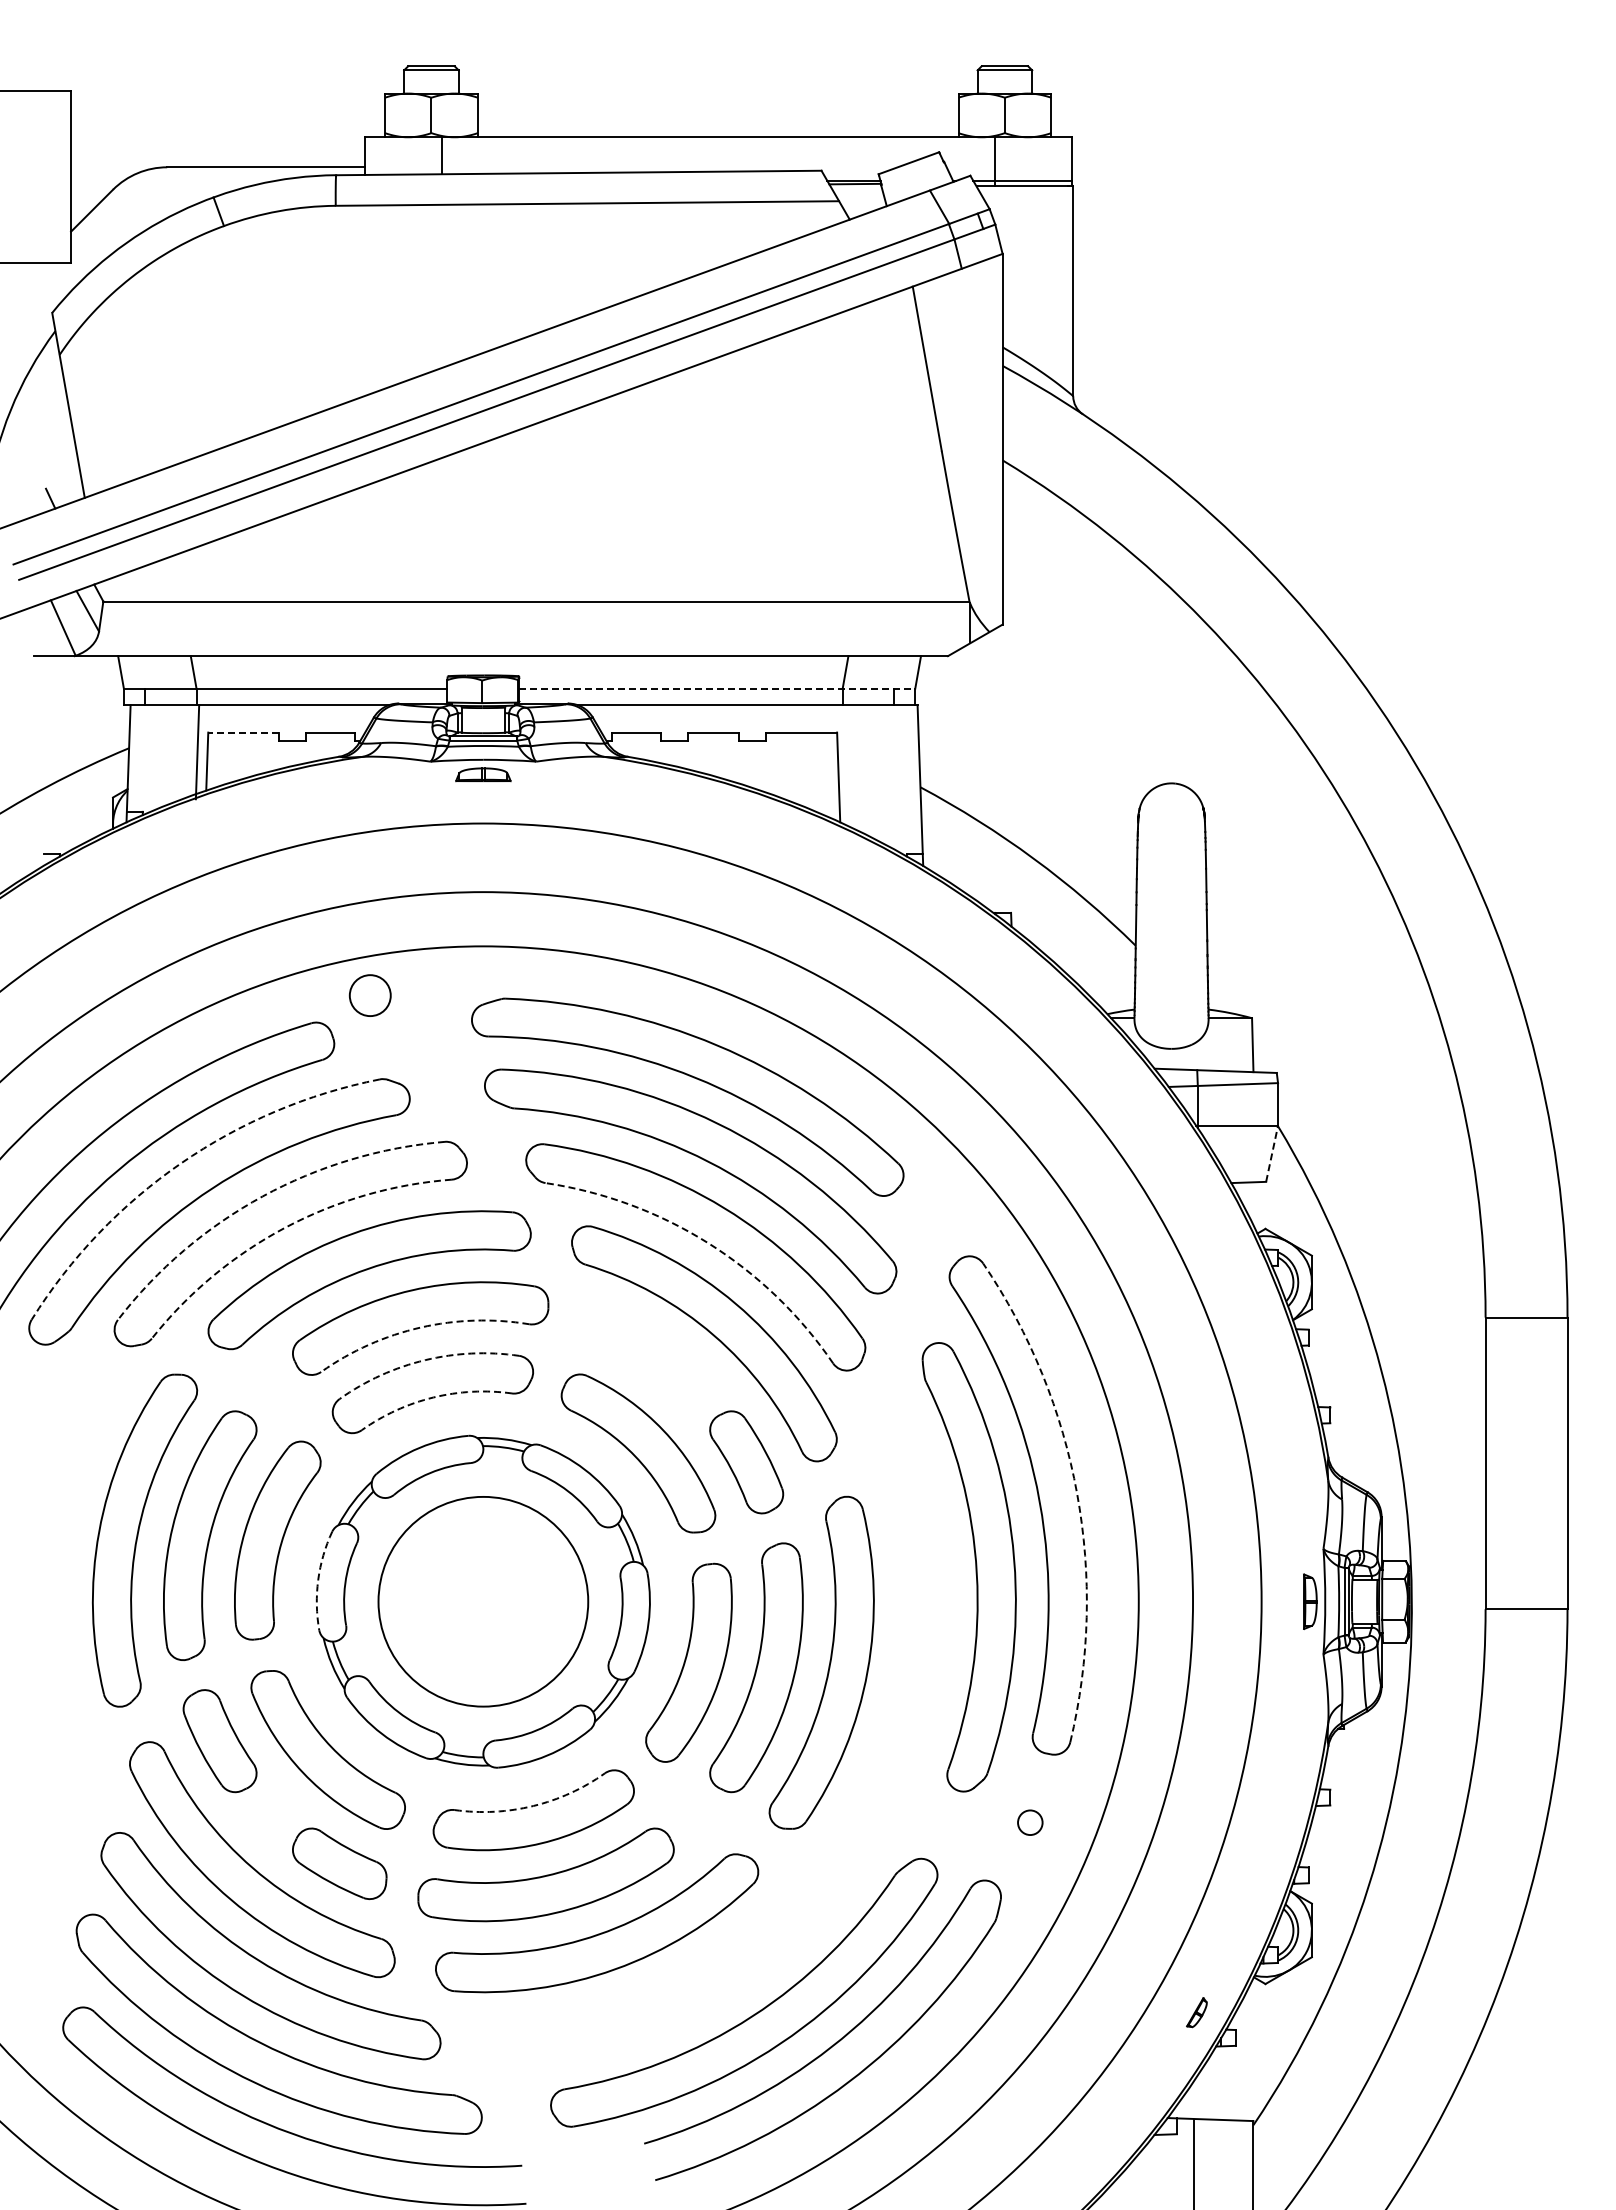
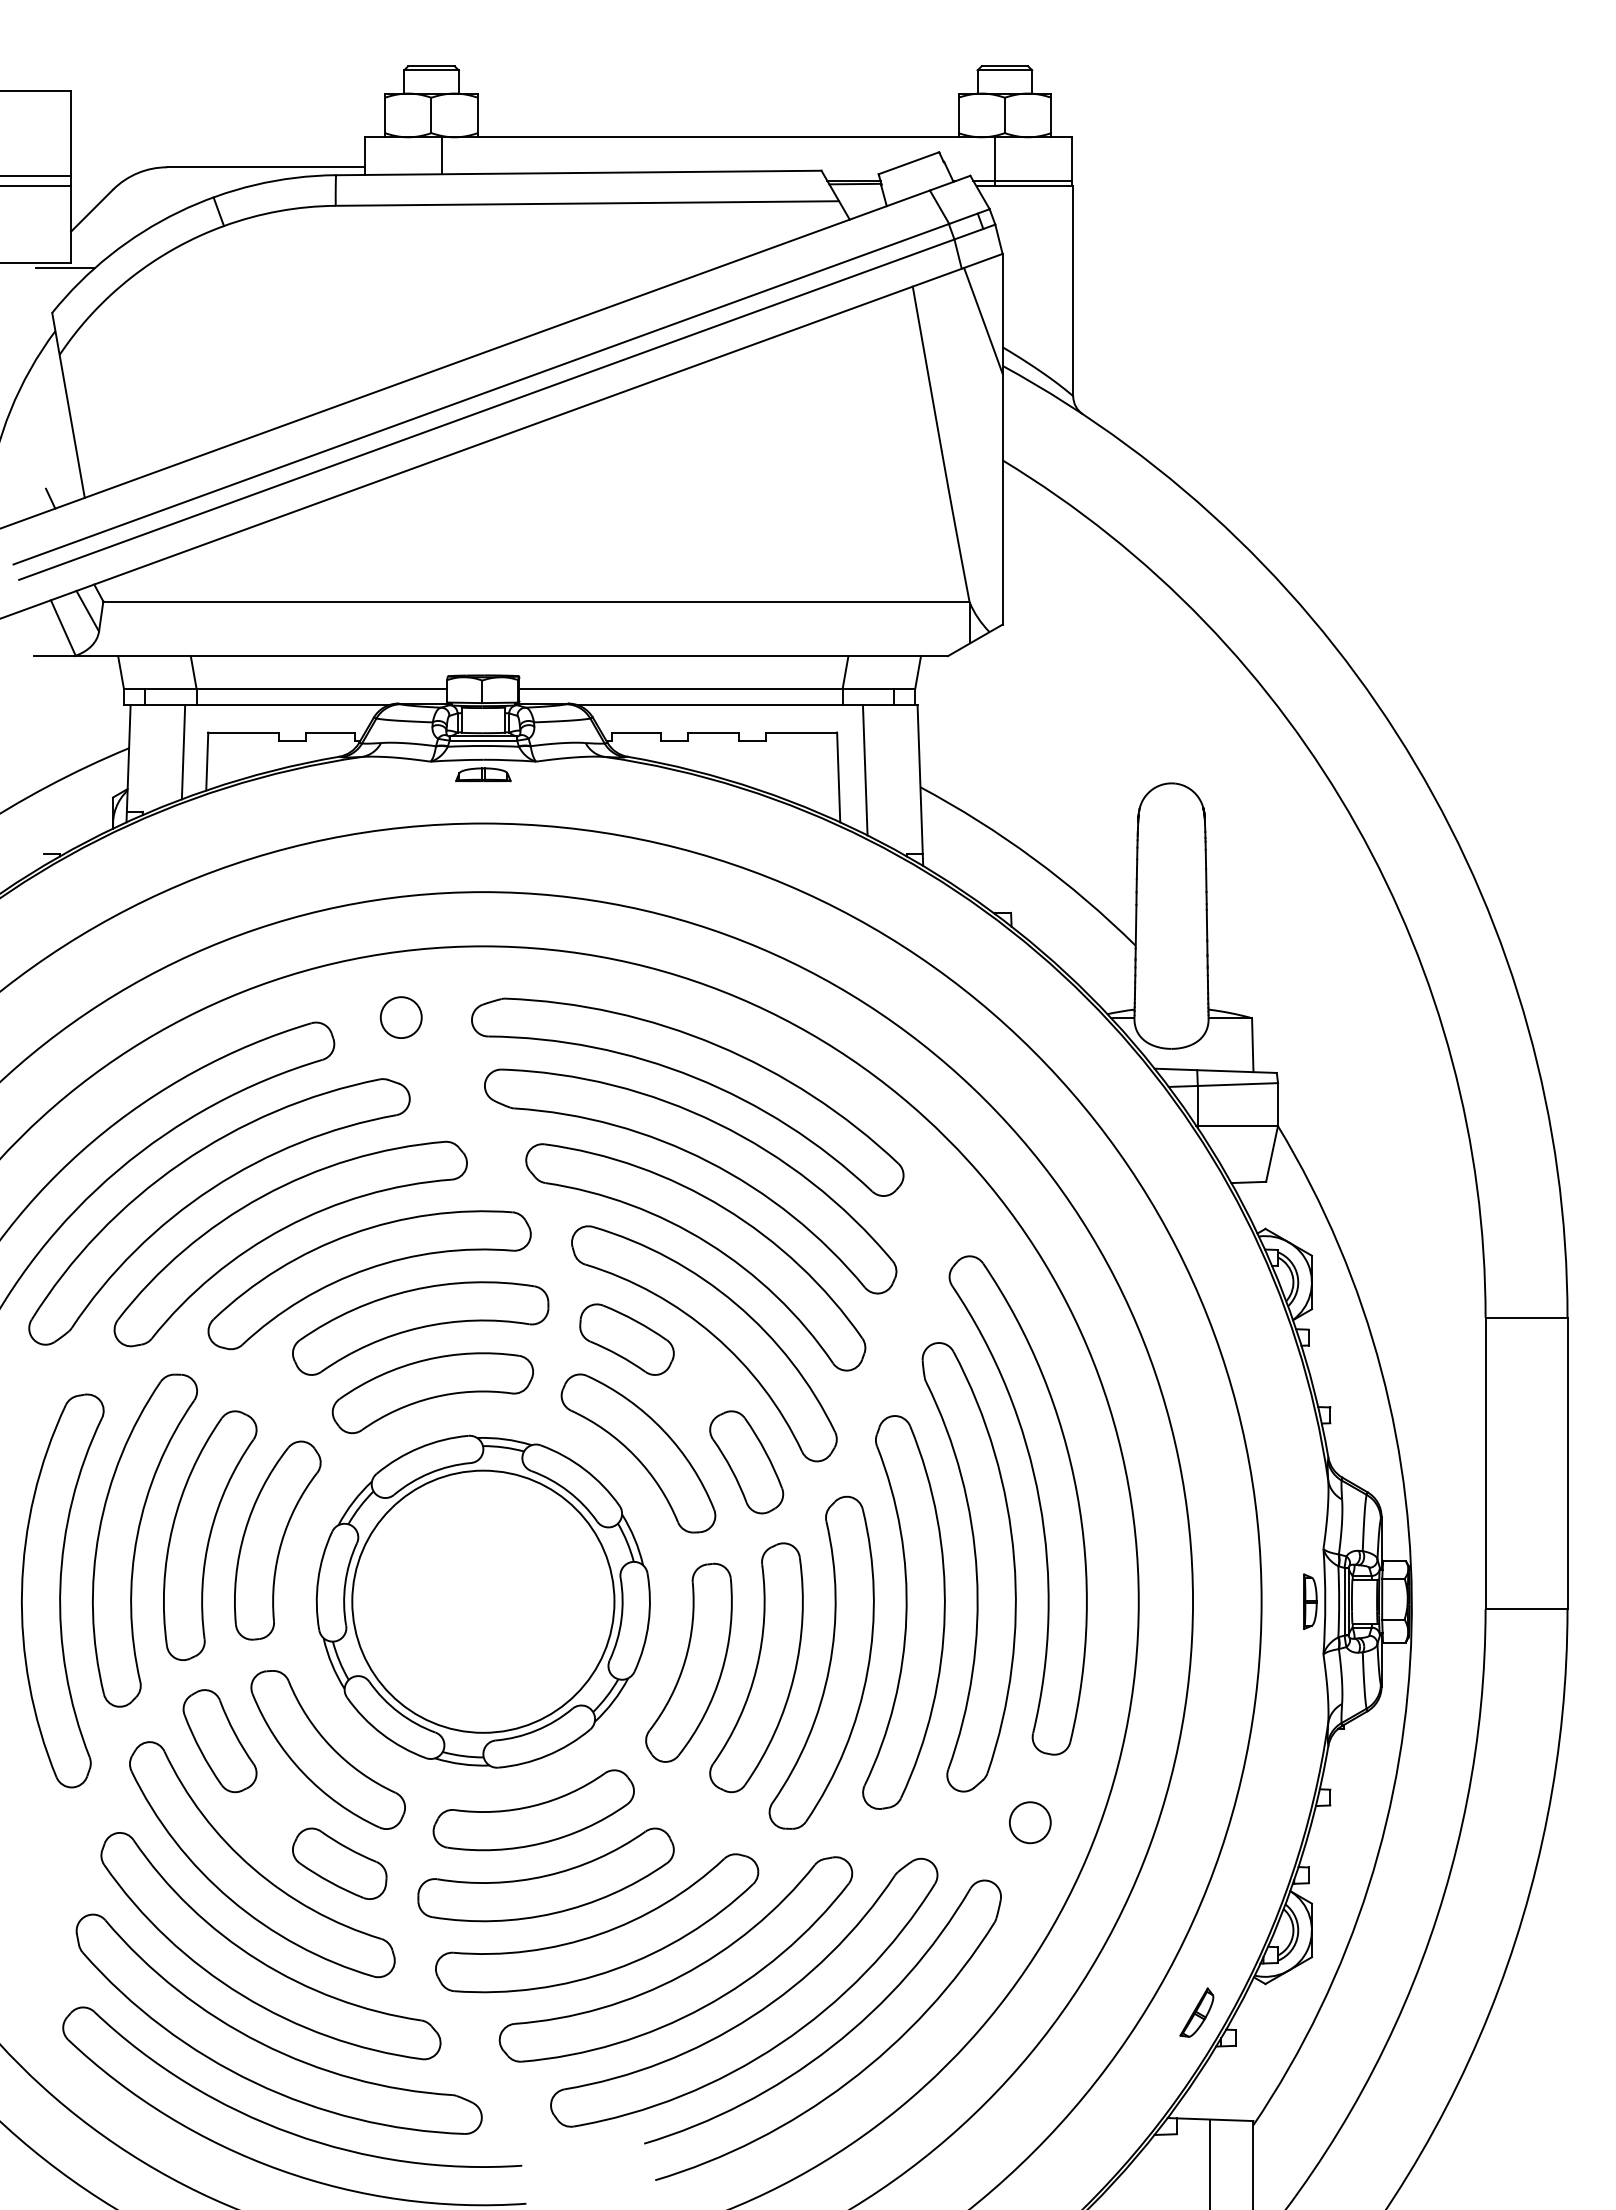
line at (36, 175): none -> present
line at (36, 186): none -> present
line at (64, 268): none -> present
line at (983, 320): none -> present
line at (717, 688): dashed -> solid
line at (242, 732): dashed -> solid
line at (197, 752) position: (197, 752) -> (183, 752)
line at (864, 770): none -> present
circle at (369, 995) position: (369, 995) -> (400, 1017)
line at (1272, 1153): dashed -> solid
arc at (180, 1163): dashed -> solid
arc at (262, 1196): dashed -> solid
arc at (285, 1227): dashed -> solid
arc at (708, 1243): dashed -> solid
arc at (420, 1327): dashed -> solid
part at (626, 1339): none -> present
arc at (425, 1360): dashed -> solid
arc at (433, 1397): dashed -> solid
arc at (1077, 1493): dashed -> solid
arc at (318, 1580): dashed -> solid
part at (62, 1590): none -> present
circle at (483, 1601) diameter: 210 px -> 262 px
part at (903, 1612): none -> present
arc at (533, 1806): dashed -> solid
circle at (1030, 1822) diameter: 25 px -> 41 px
part at (683, 1973): none -> present
part at (1196, 2012) size: 22x32 px -> 36x51 px
line at (1193, 2162) position: (1193, 2162) -> (1209, 2162)
